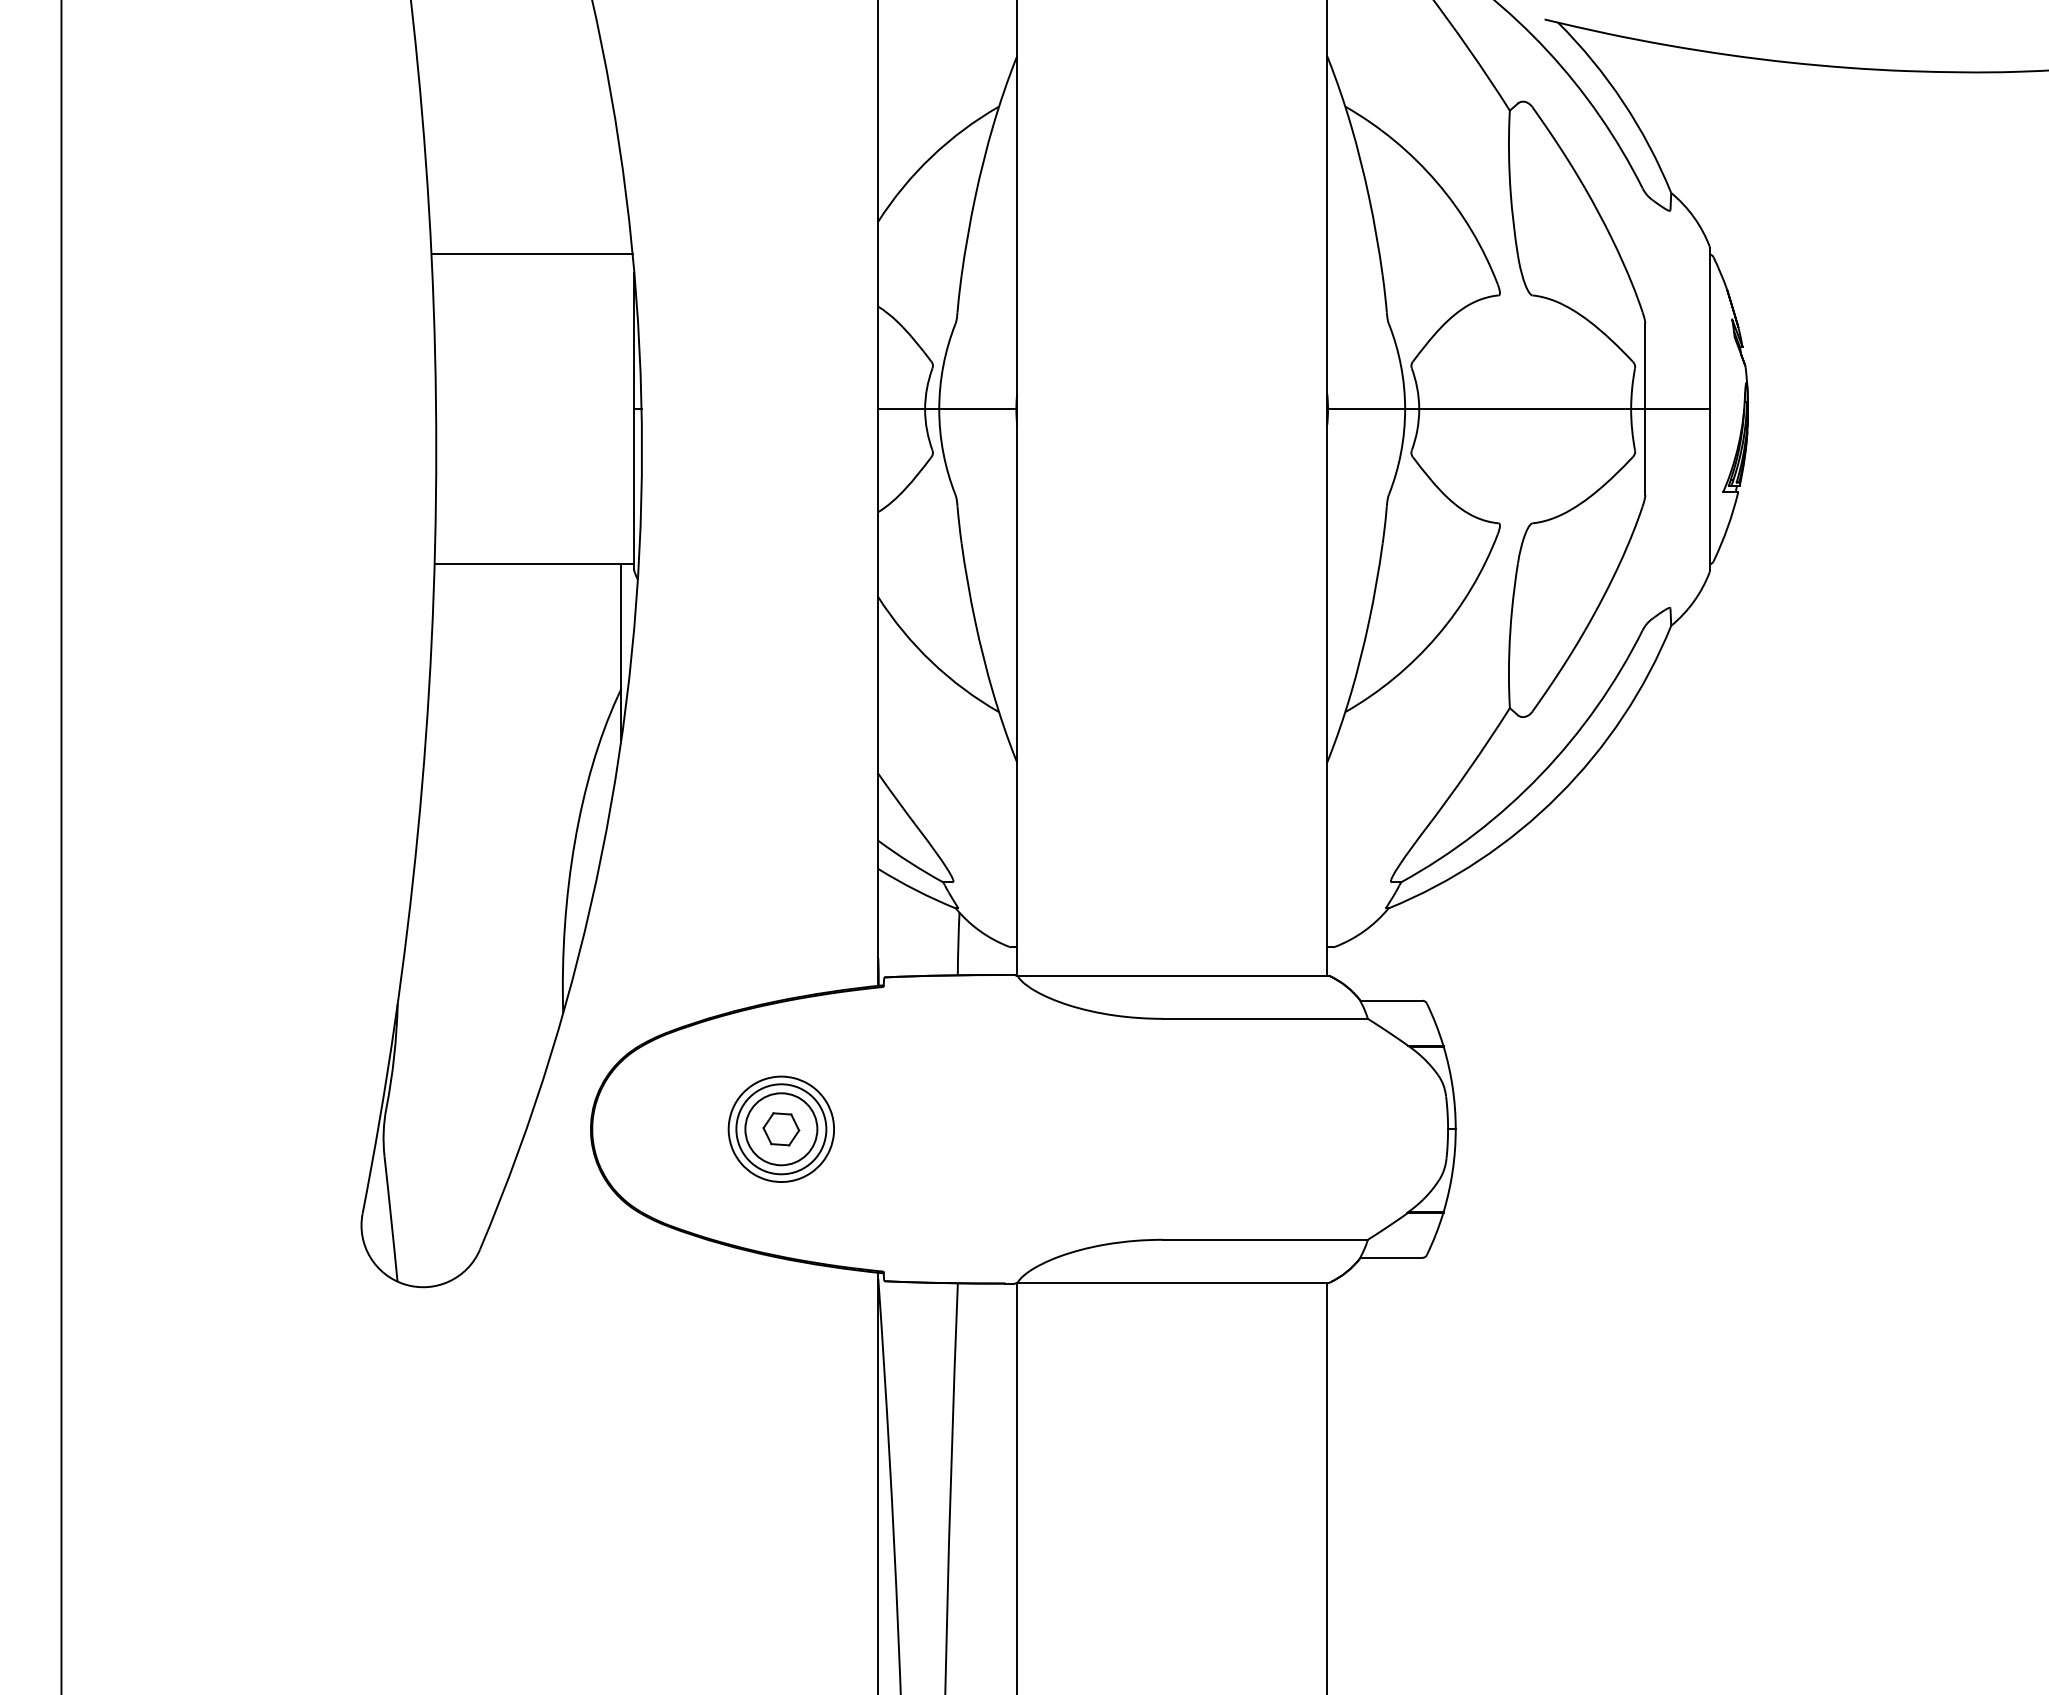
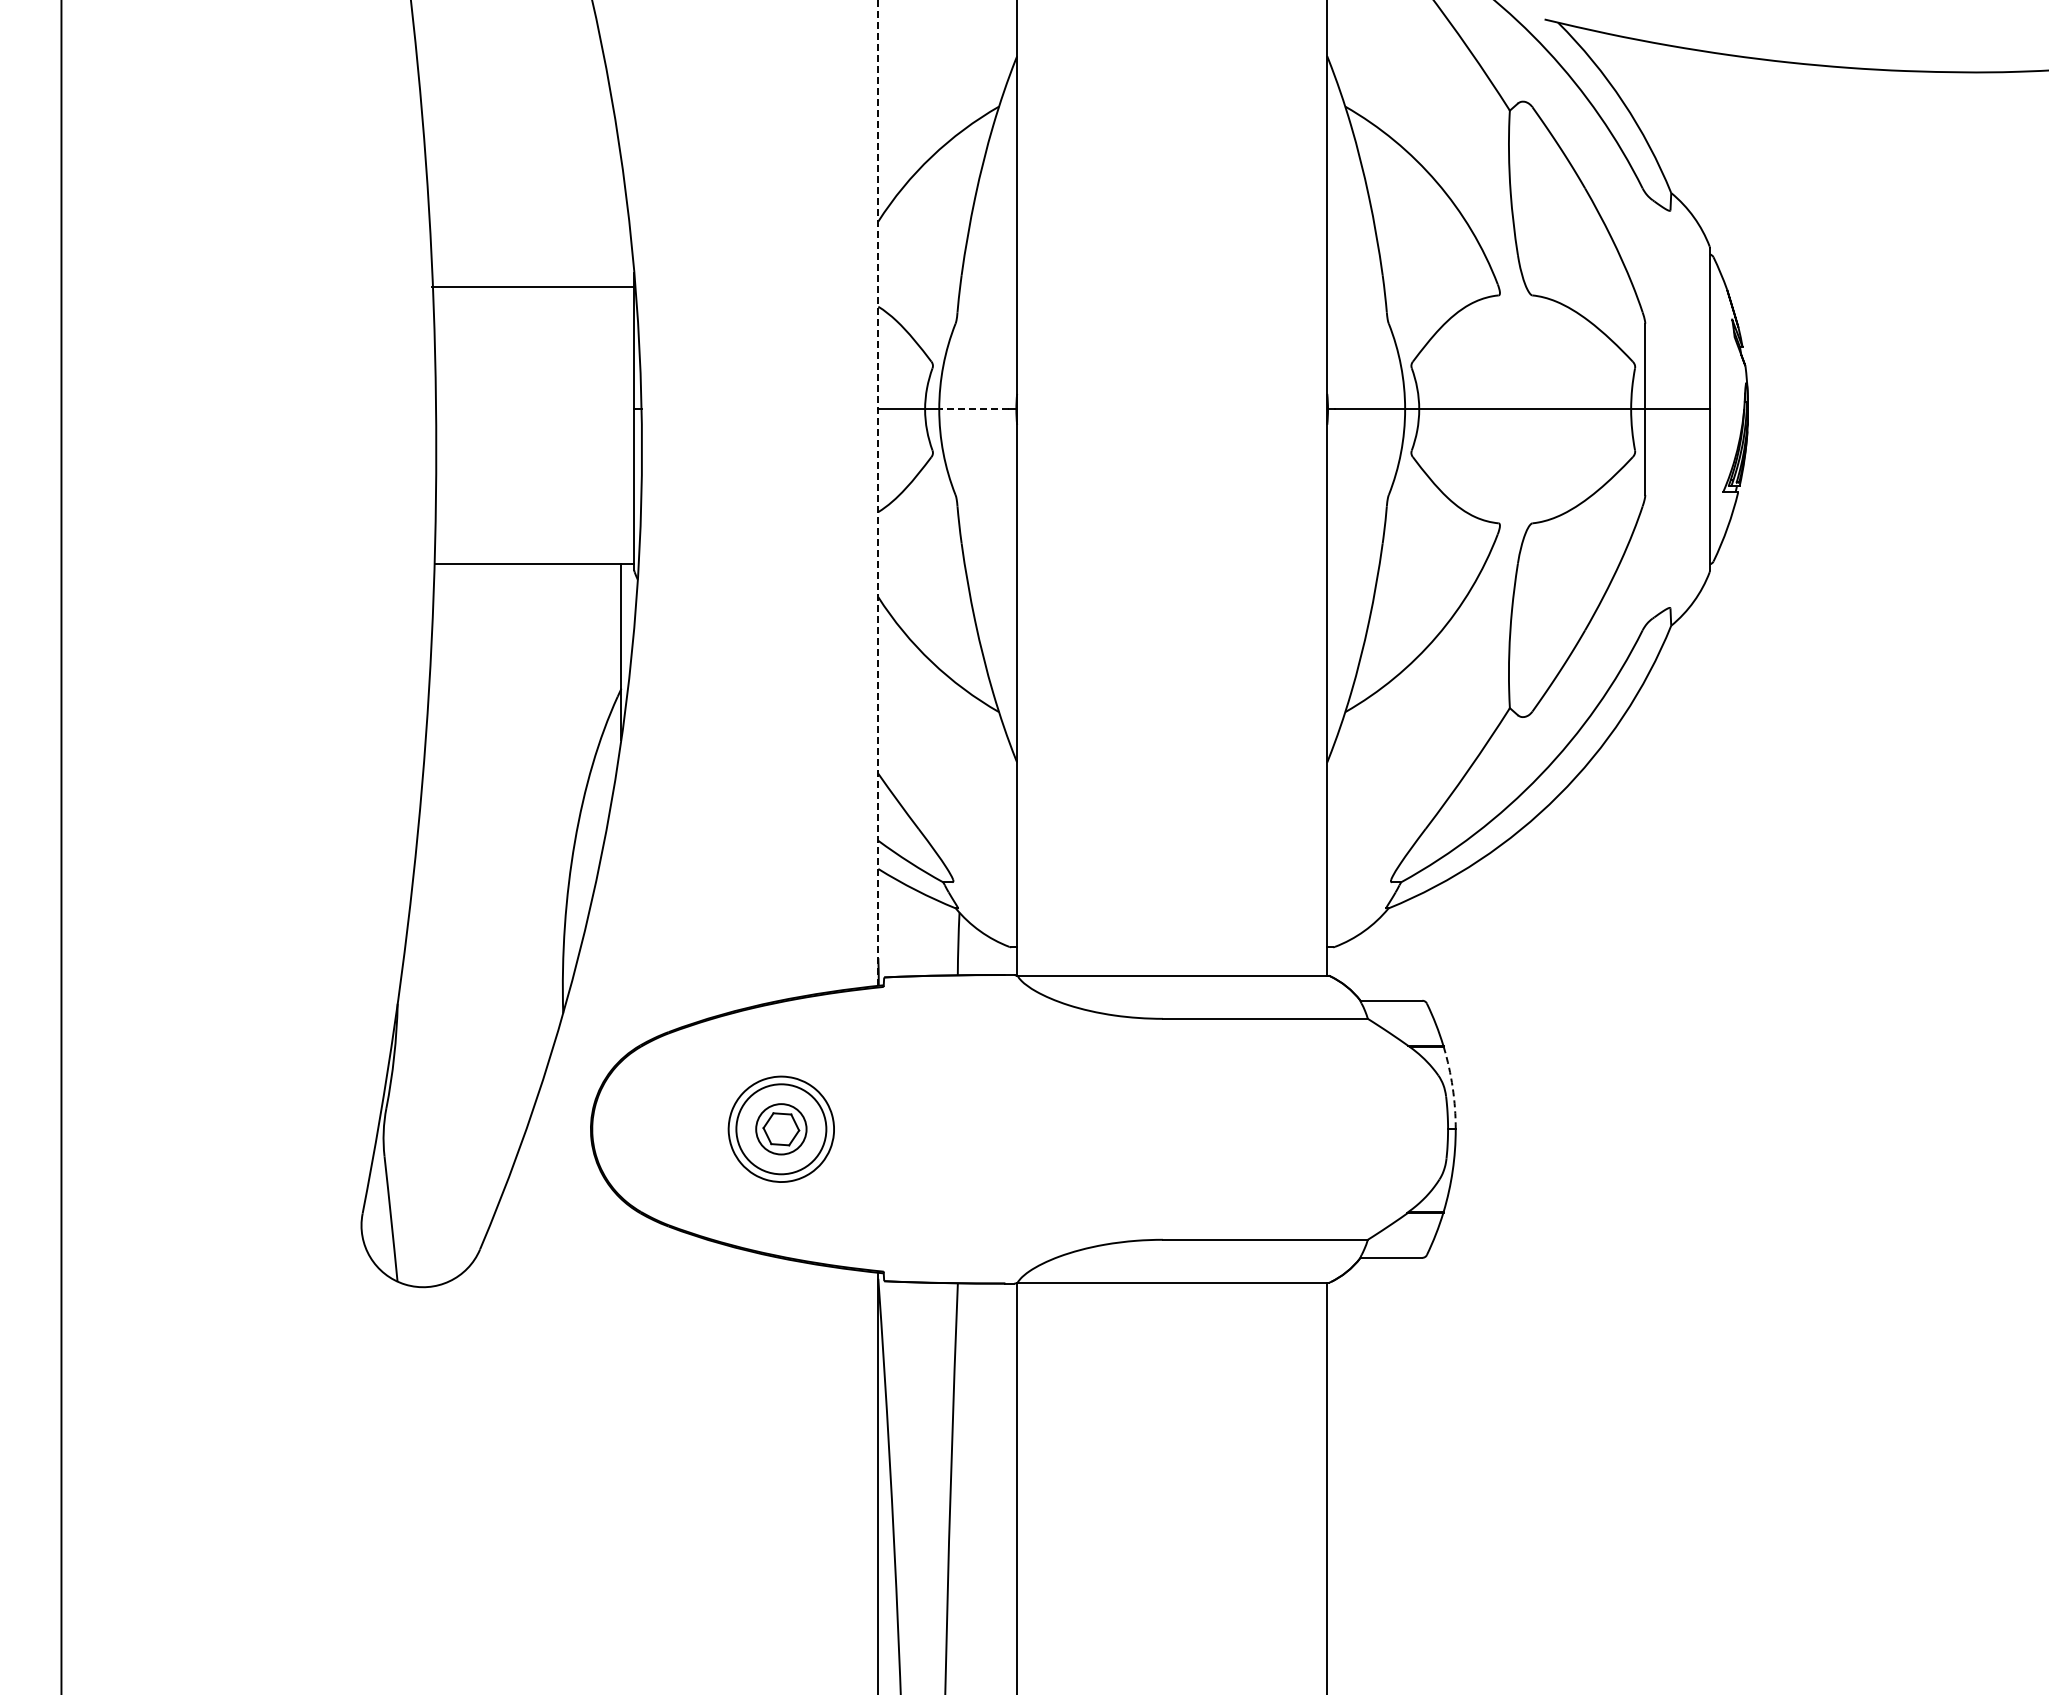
line at (531, 254) position: (531, 254) -> (531, 287)
line at (973, 409): solid -> dashed
line at (878, 493): solid -> dashed
arc at (1452, 1087): solid -> dashed
circle at (781, 1129) diameter: 72 px -> 50 px
